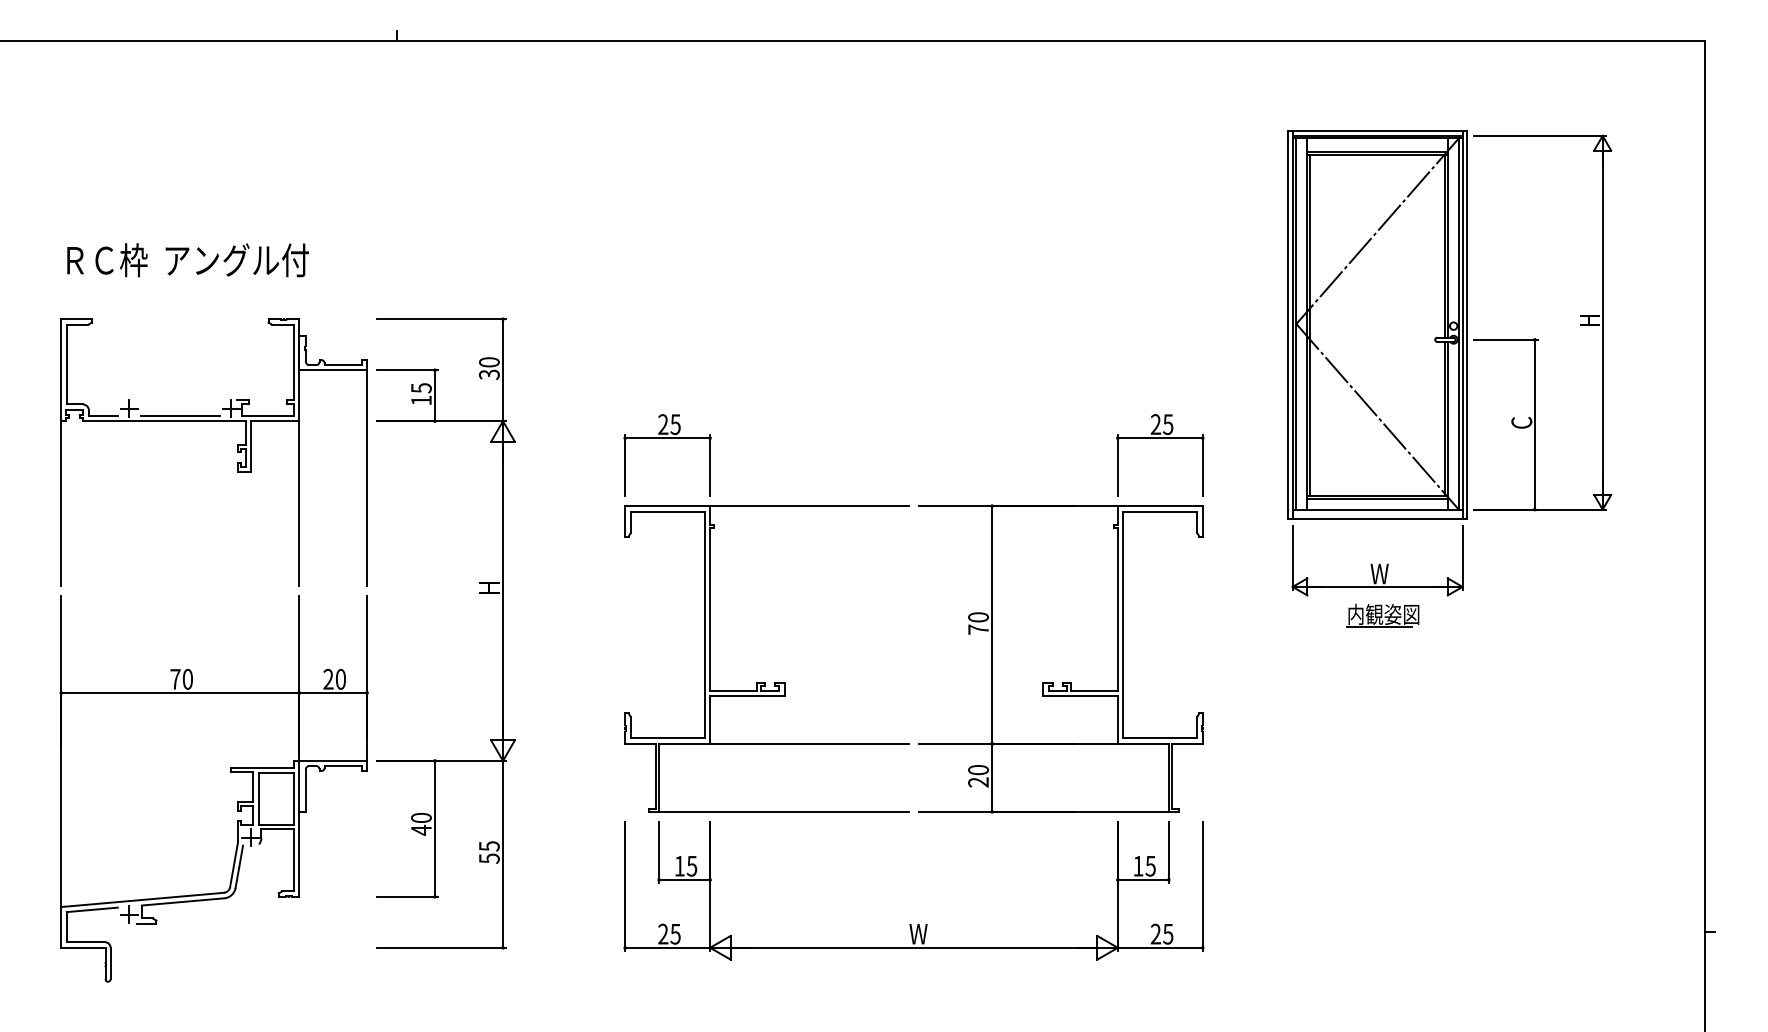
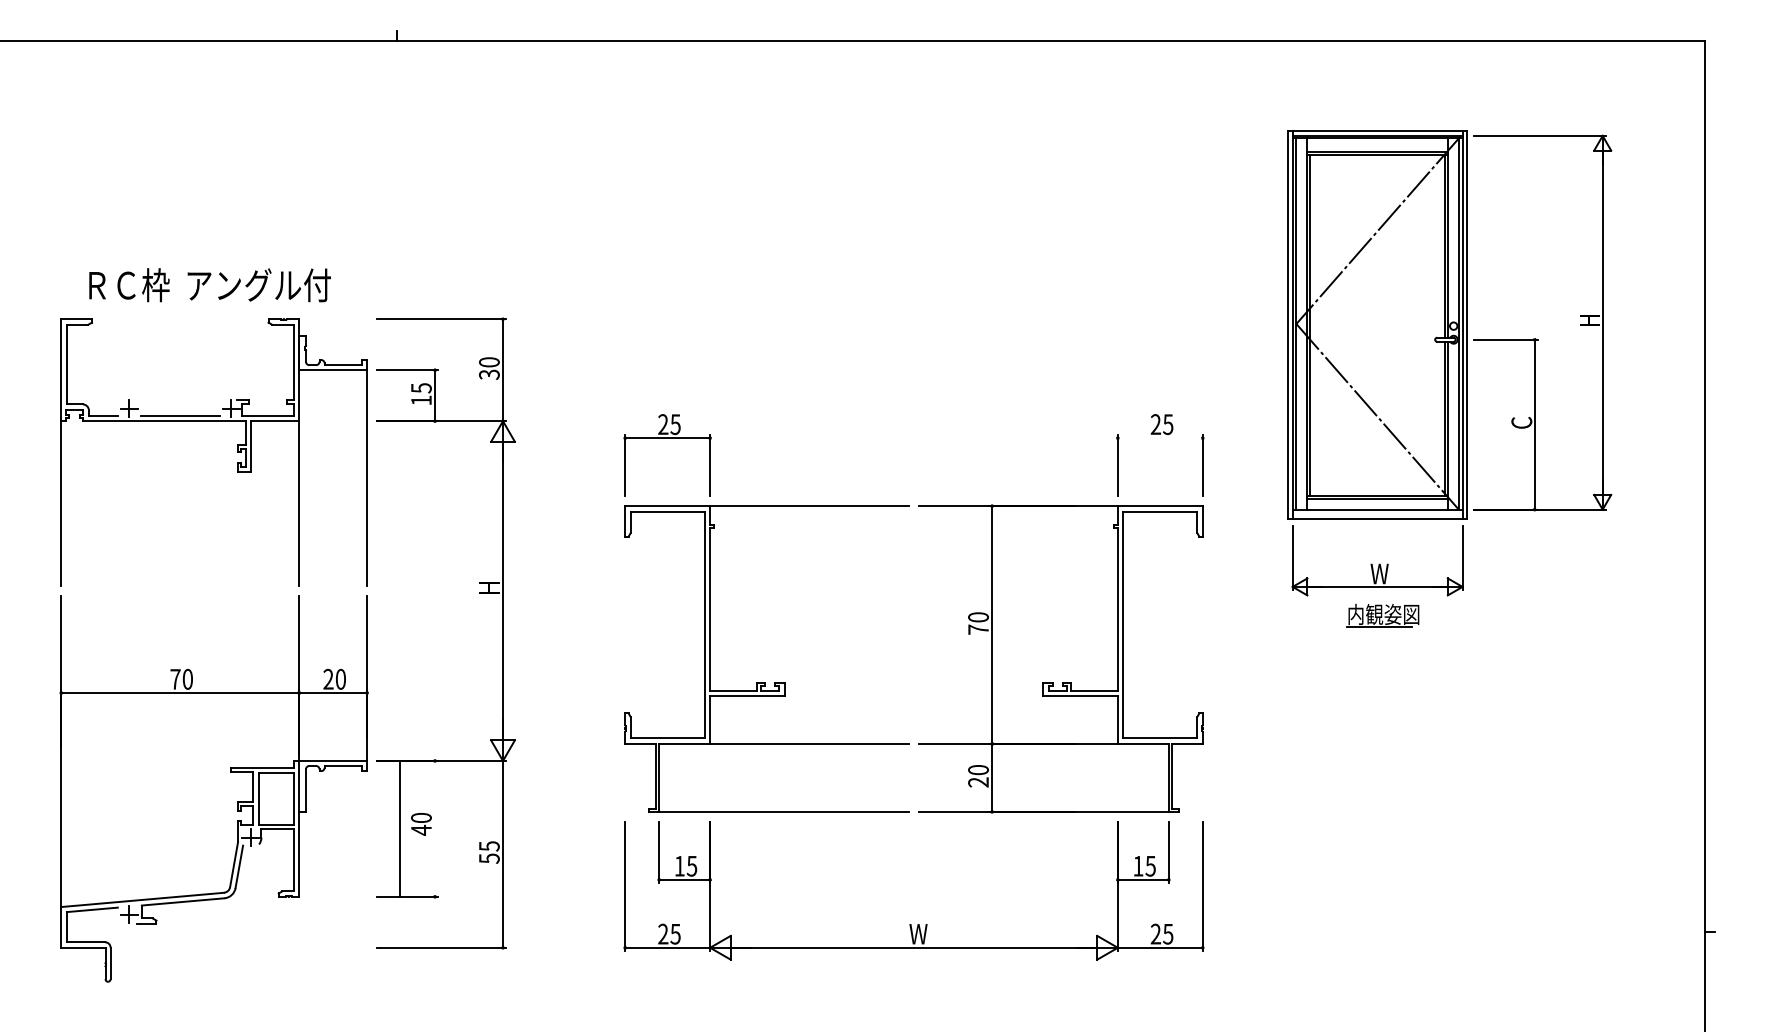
text at (187, 260) position: (187, 260) -> (209, 285)
line at (1159, 438): present -> none
line at (435, 828) position: (435, 828) -> (400, 828)
